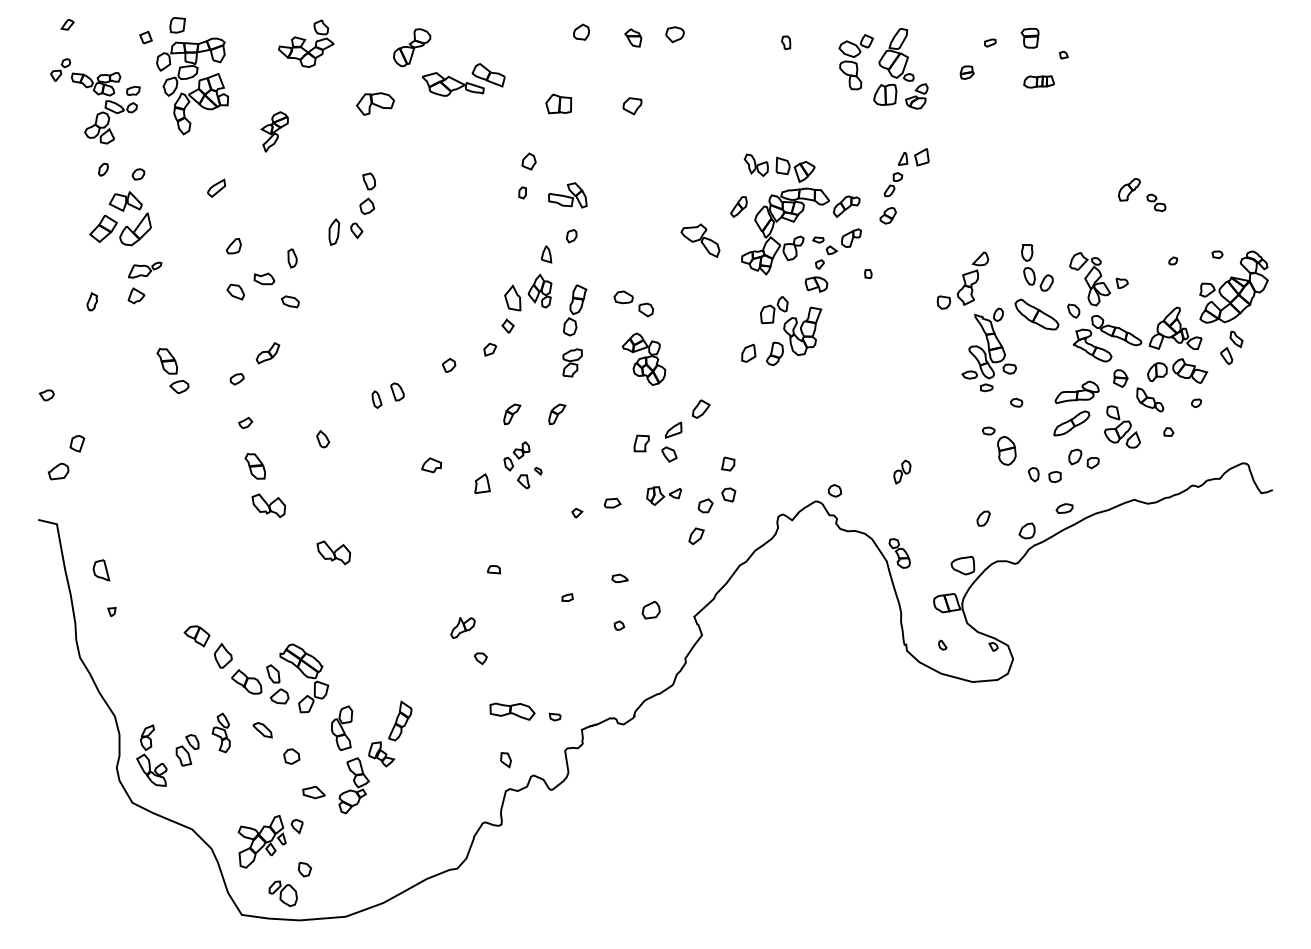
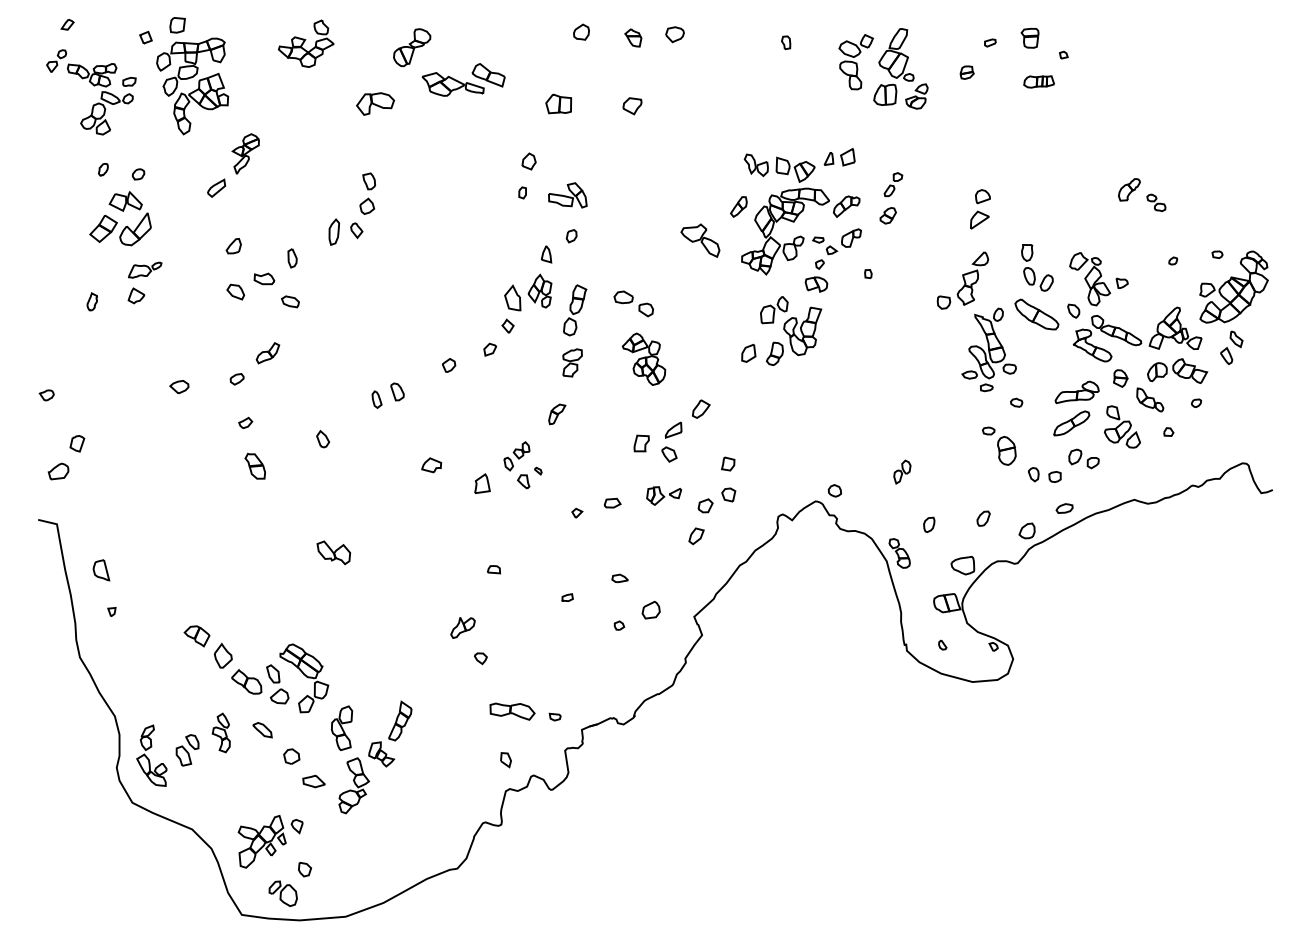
part at (98, 95) position: (98, 95) -> (94, 86)
part at (274, 131) position: (274, 131) -> (245, 153)
part at (913, 157) position: (913, 157) -> (839, 157)
part at (980, 209): none -> present
part at (166, 360): present -> none
part at (512, 414): present -> none
part at (268, 505): present -> none
part at (929, 524): none -> present
part at (313, 792) position: (313, 792) -> (313, 781)
